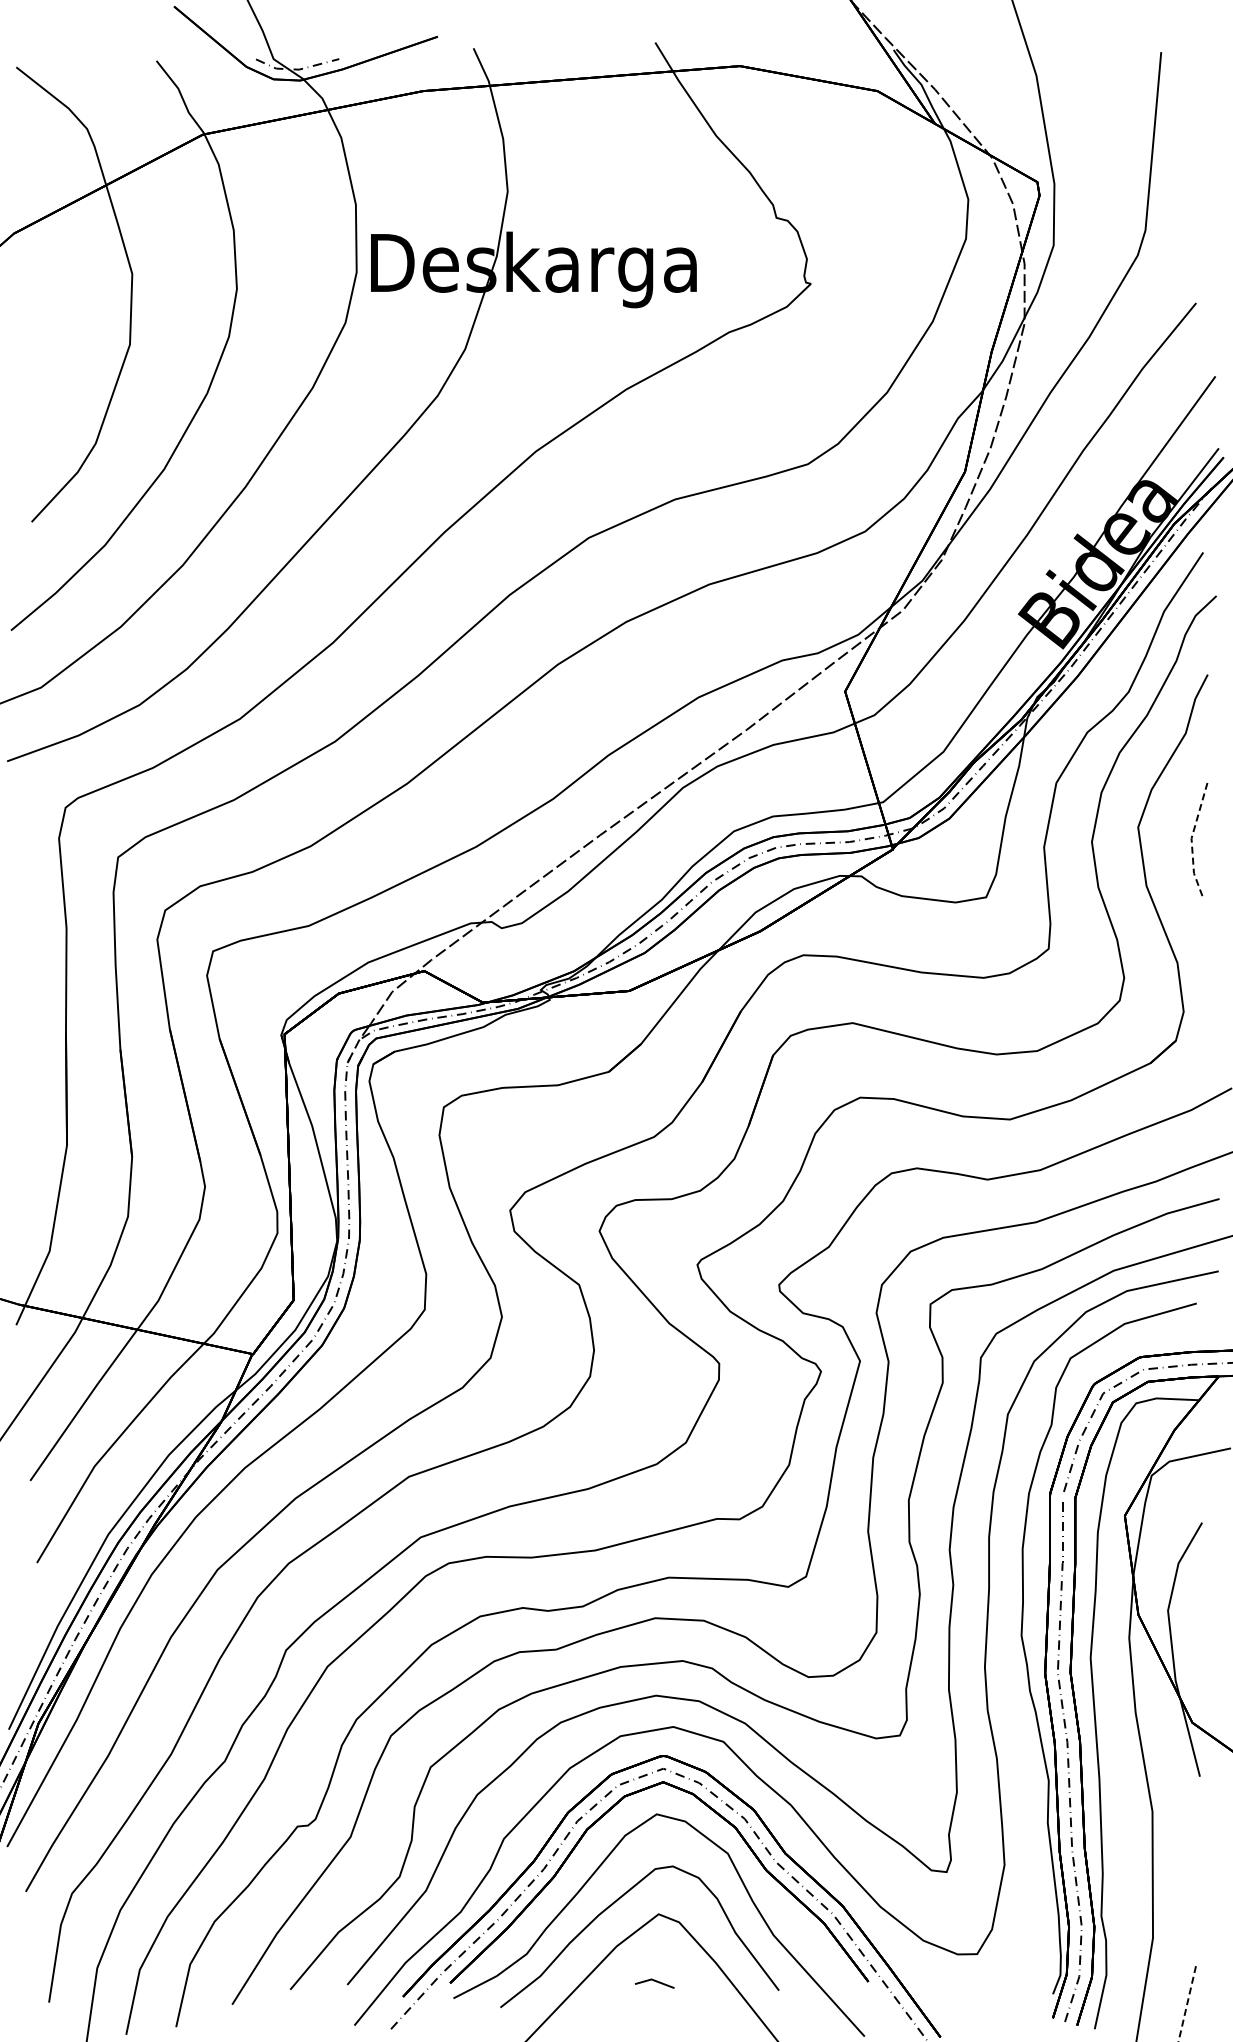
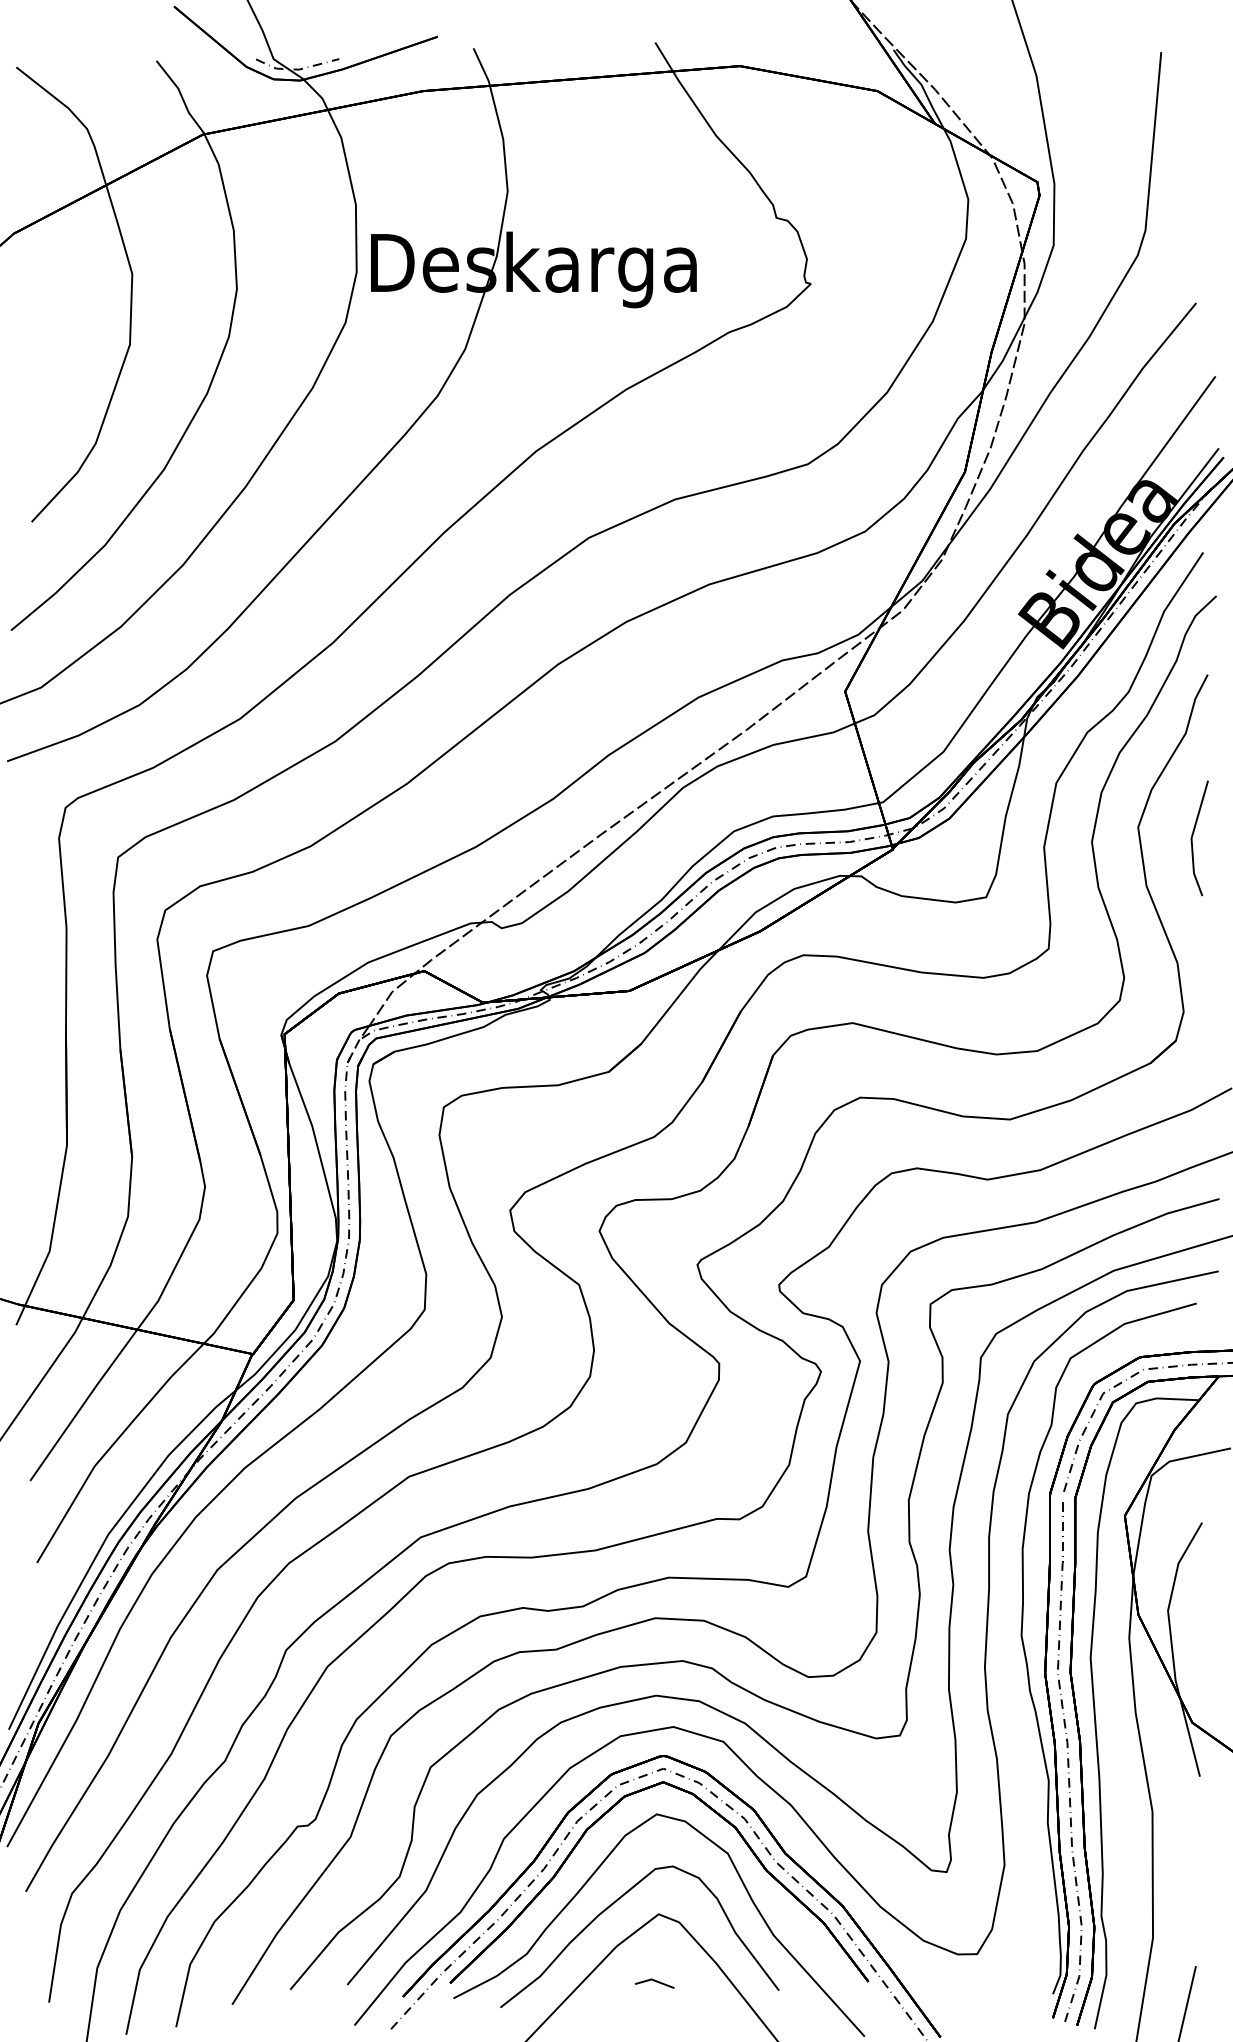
line at (1191, 838): dashed -> solid
line at (1187, 2004): dashed -> solid
